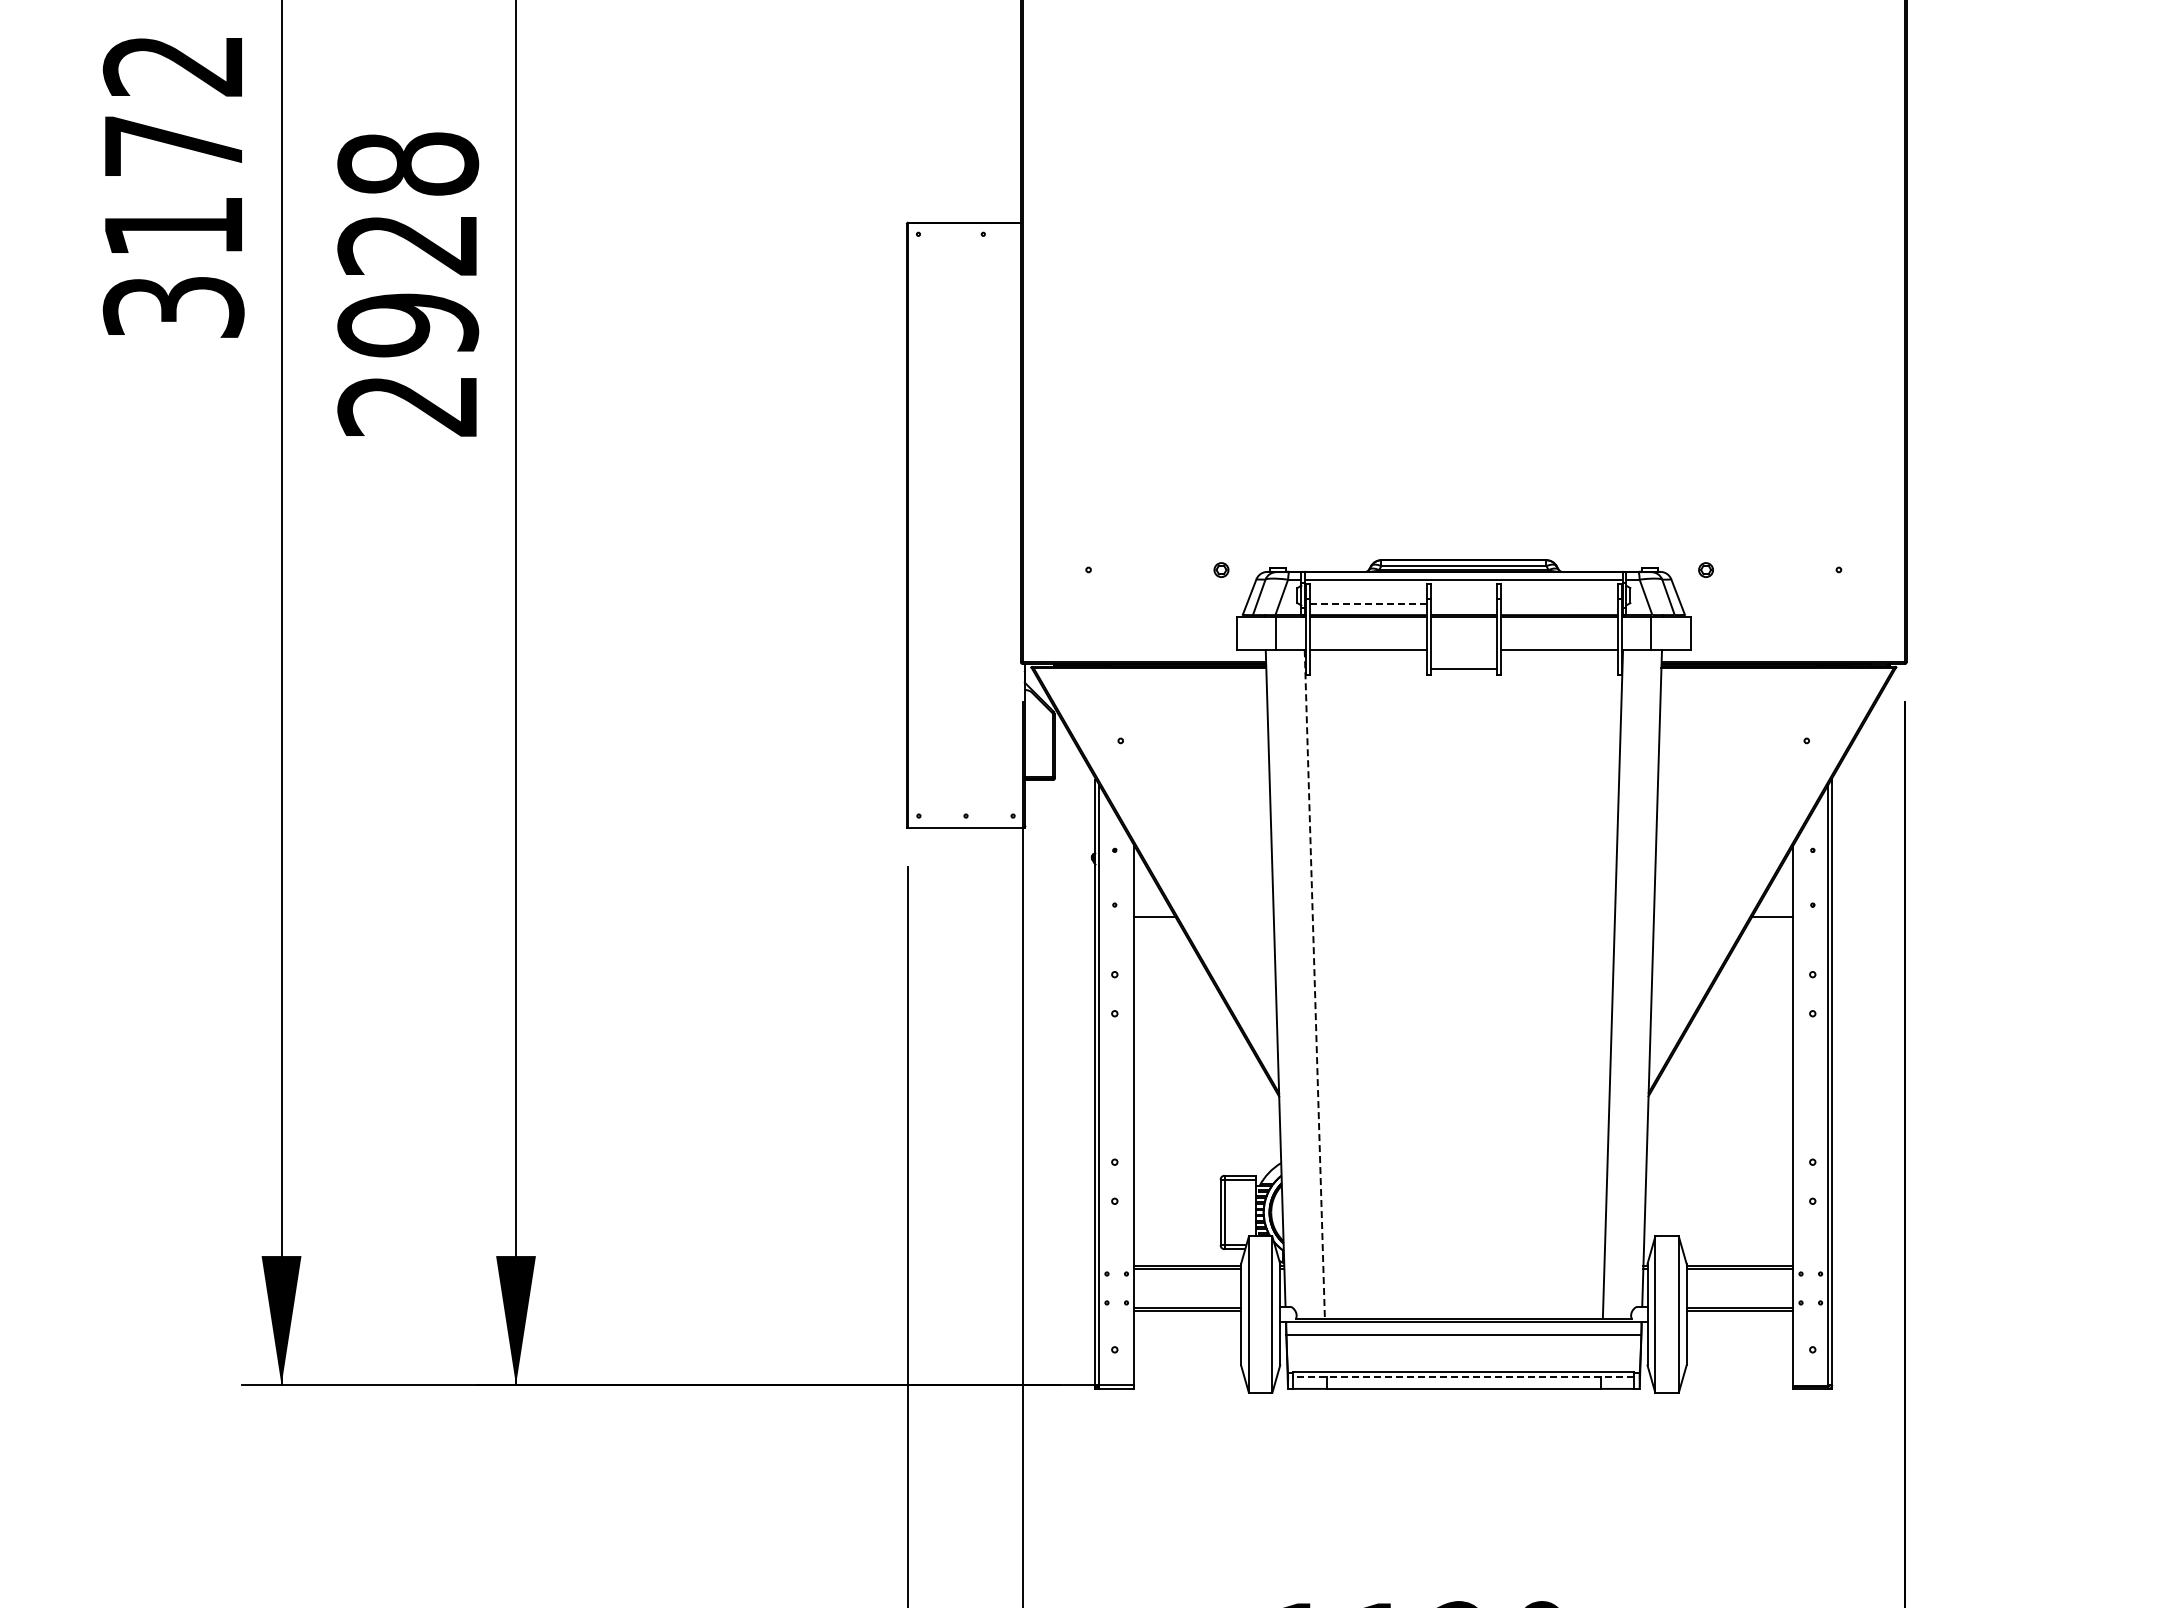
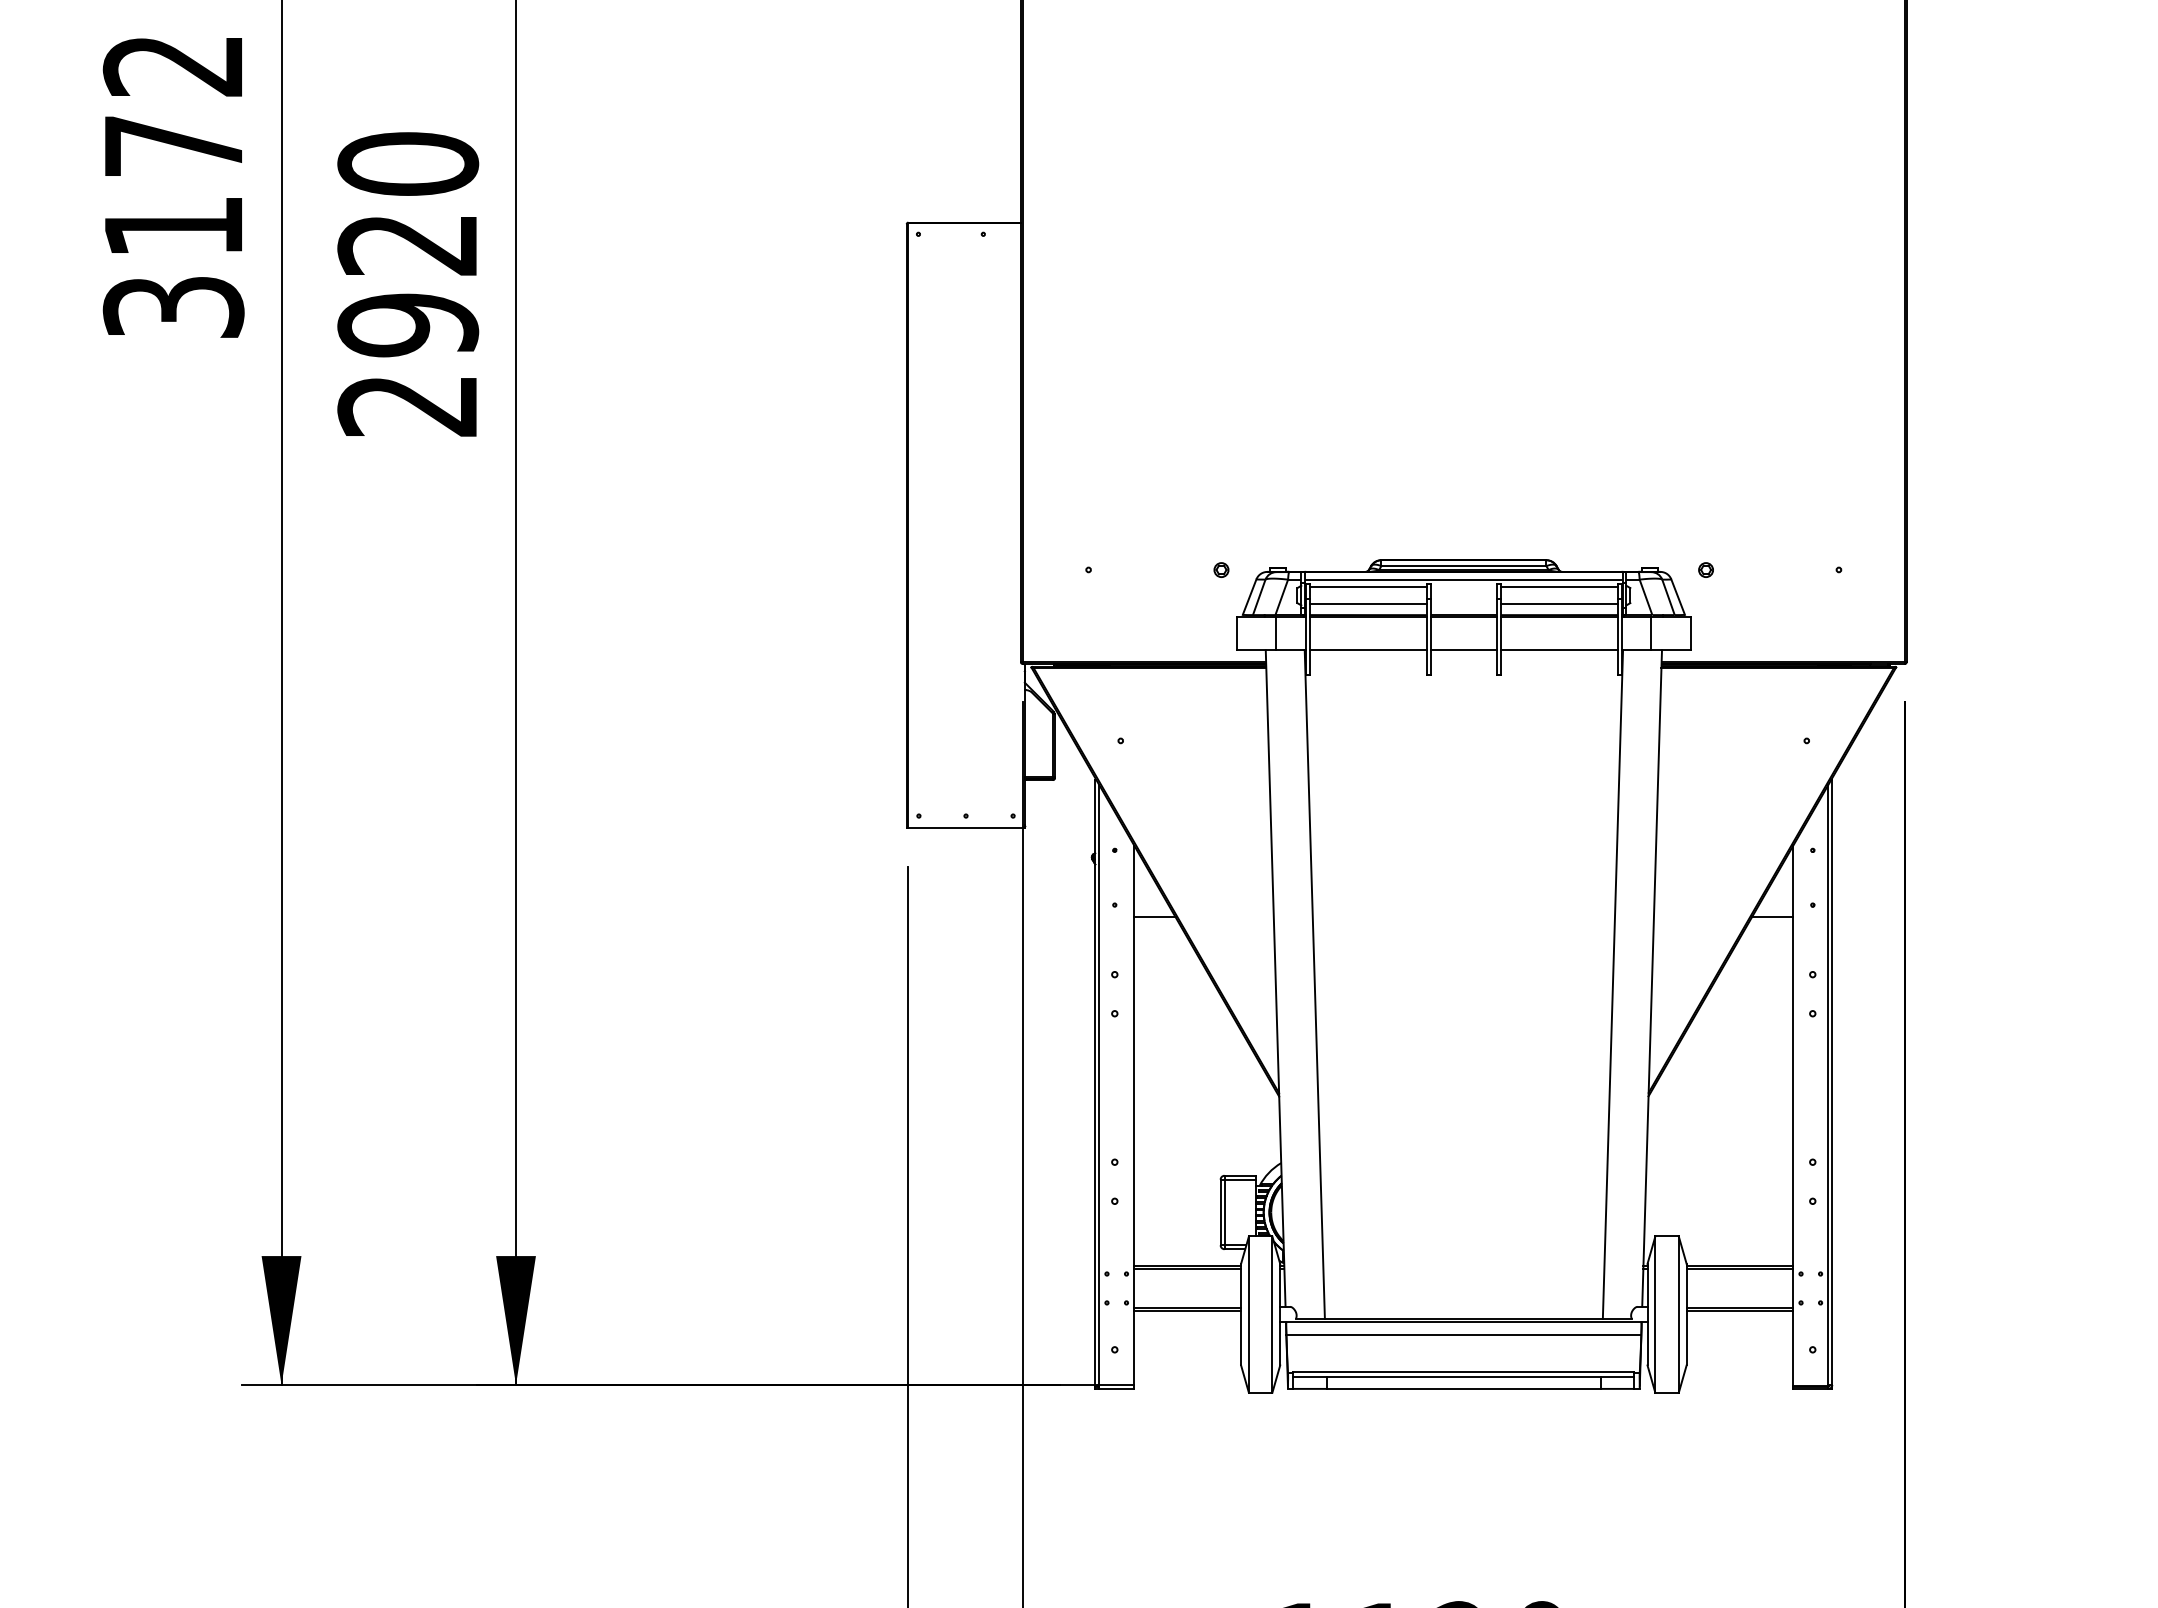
text at (407, 163): 2928 -> 2920
line at (1367, 586): none -> present
line at (1559, 586): none -> present
line at (1368, 604): dashed -> solid
line at (1559, 604): none -> present
line at (1463, 669) position: (1463, 669) -> (1463, 650)
line at (1314, 984): dashed -> solid
line at (1463, 1377): dashed -> solid
